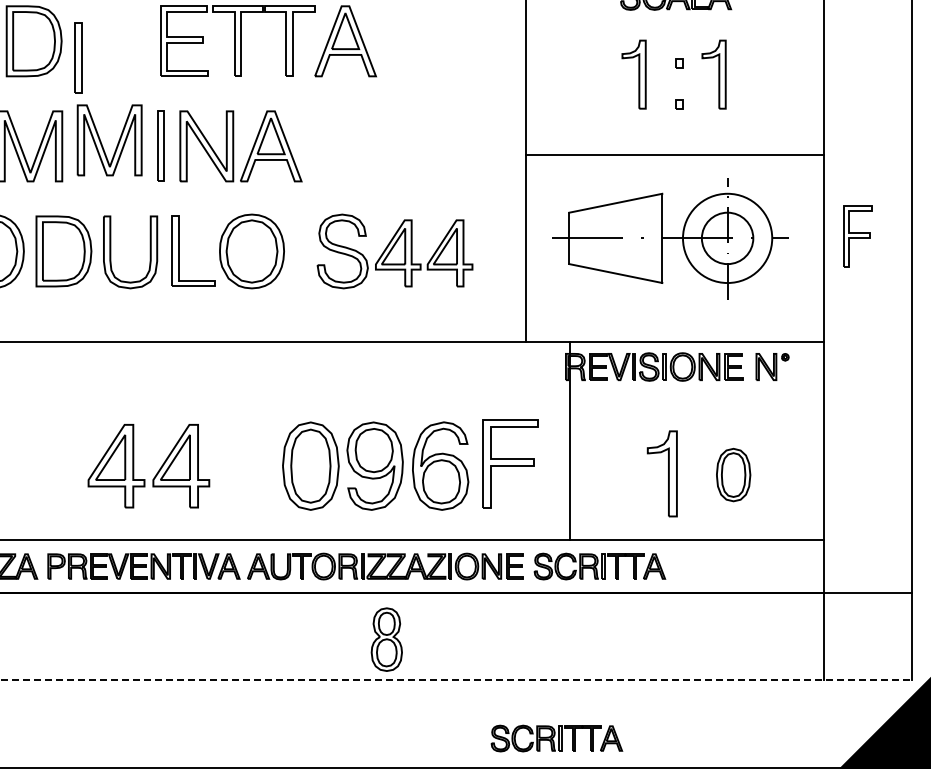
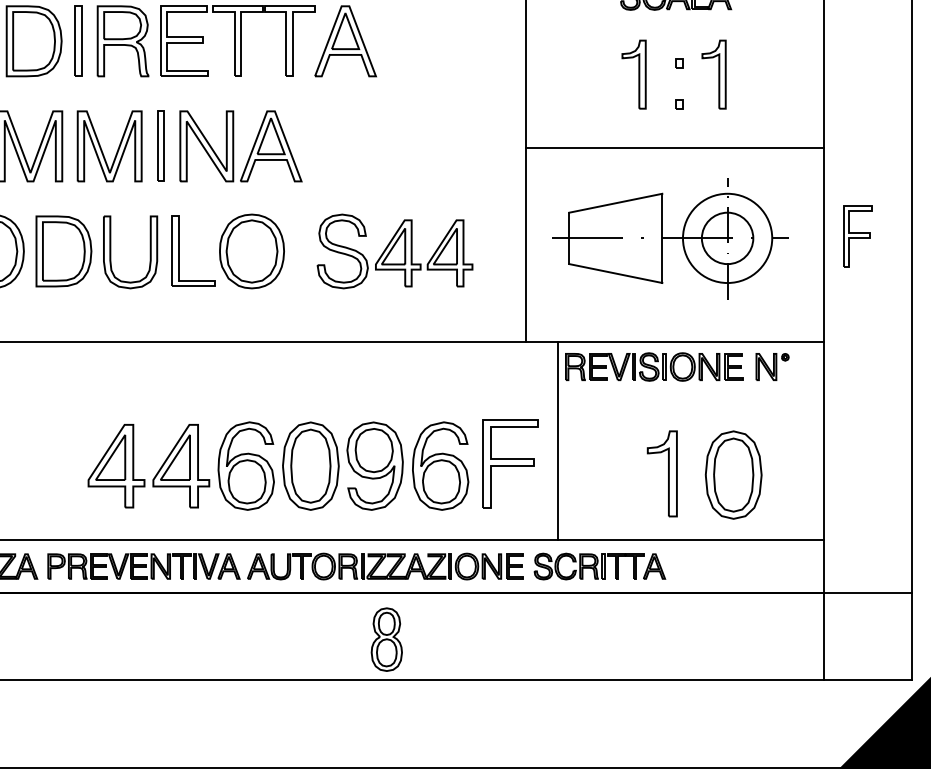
part at (122, 41): none -> present
part at (78, 57) position: (78, 57) -> (78, 40)
part at (102, 143) position: (102, 143) -> (102, 149)
line at (674, 155) position: (674, 155) -> (674, 148)
line at (569, 440) position: (569, 440) -> (557, 440)
part at (245, 465): none -> present
part at (733, 474) size: 36x56 px -> 59x90 px
line at (456, 680): dashed -> solid
part at (556, 738): present -> none
